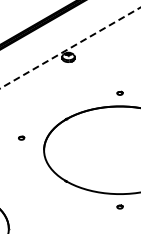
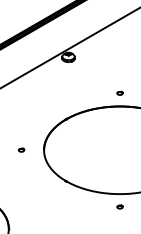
line at (70, 48): dashed -> solid
part at (21, 137) position: (21, 137) -> (21, 149)
